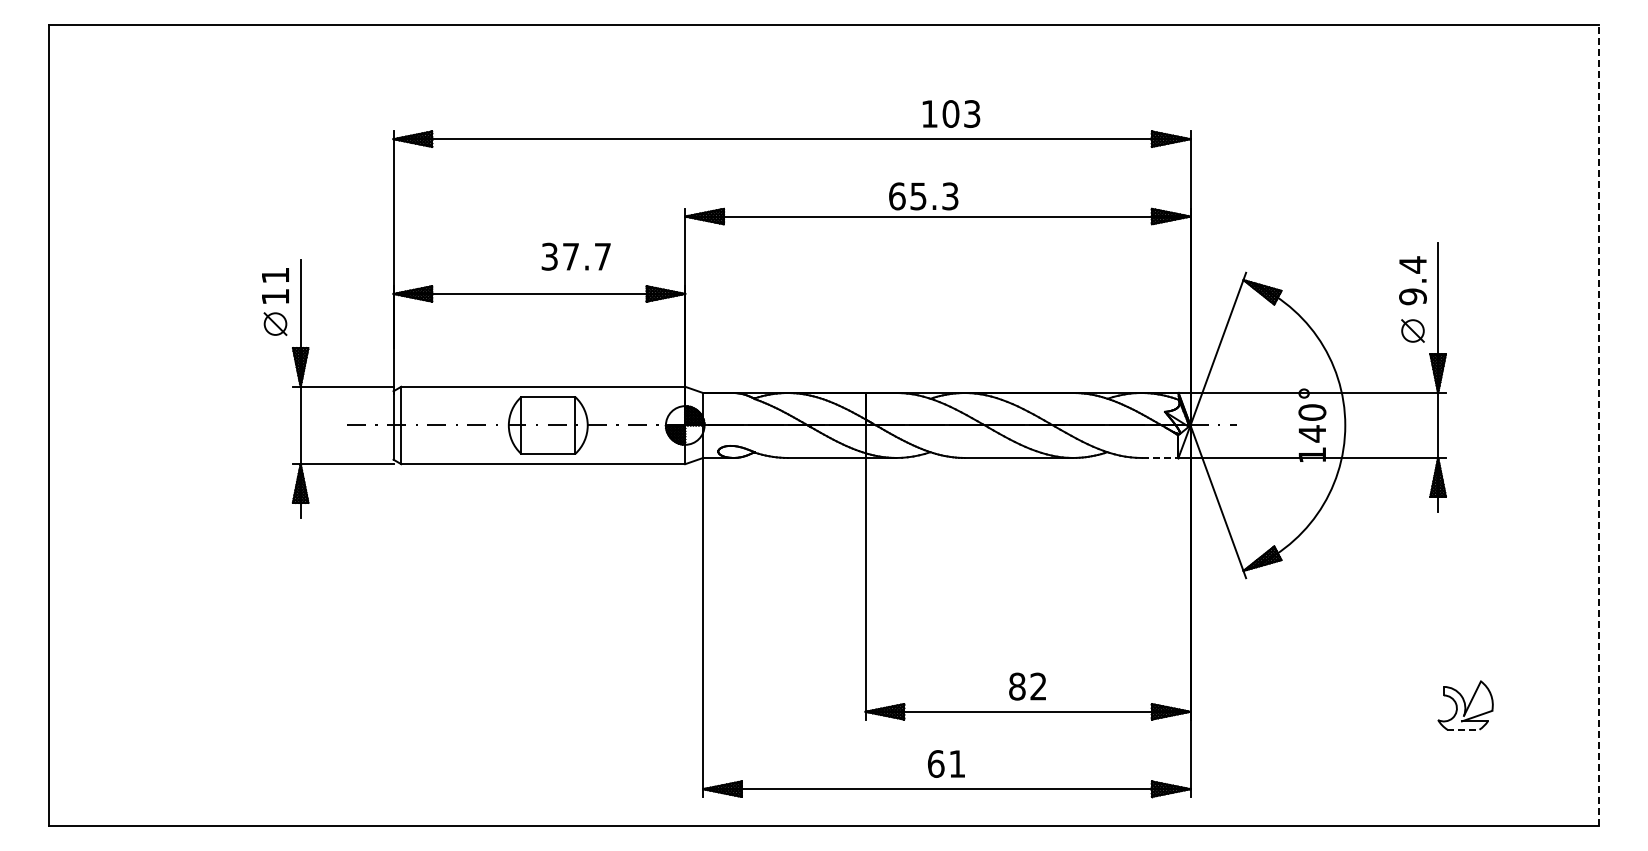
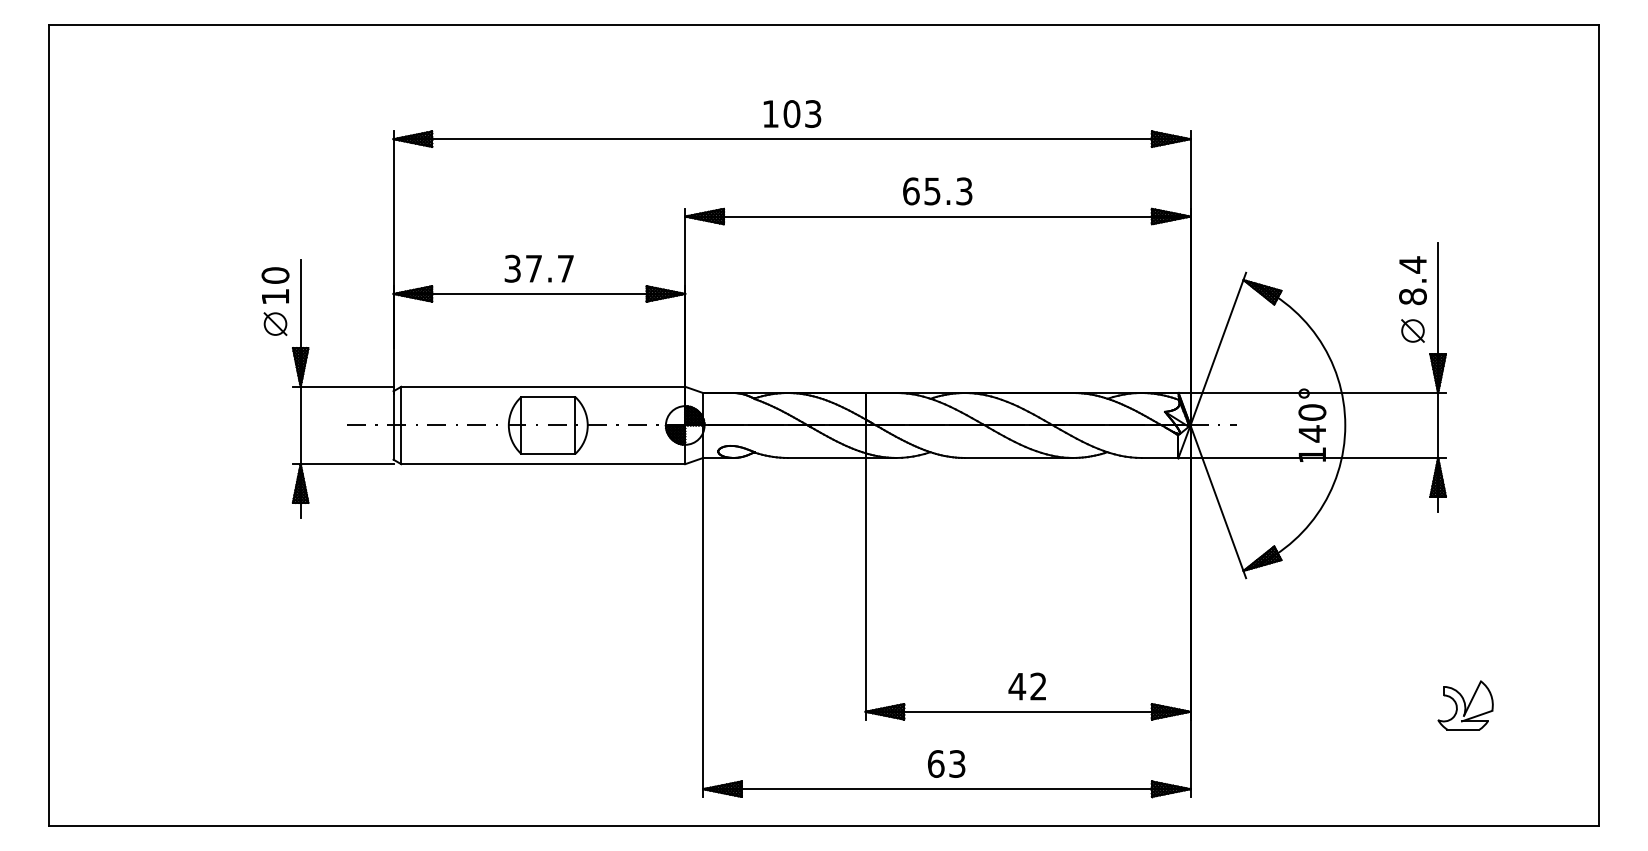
text at (951, 113) position: (951, 113) -> (792, 113)
text at (923, 196) position: (923, 196) -> (937, 191)
text at (575, 256) position: (575, 256) -> (538, 268)
text at (275, 275): 11 -> 10
text at (1412, 296): 9.4 -> 8.4
line at (1598, 425): dashed -> solid
line at (1160, 457): dashed -> solid
text at (1017, 686): 82 -> 42
line at (1463, 729): dashed -> solid
text at (957, 763): 61 -> 63
